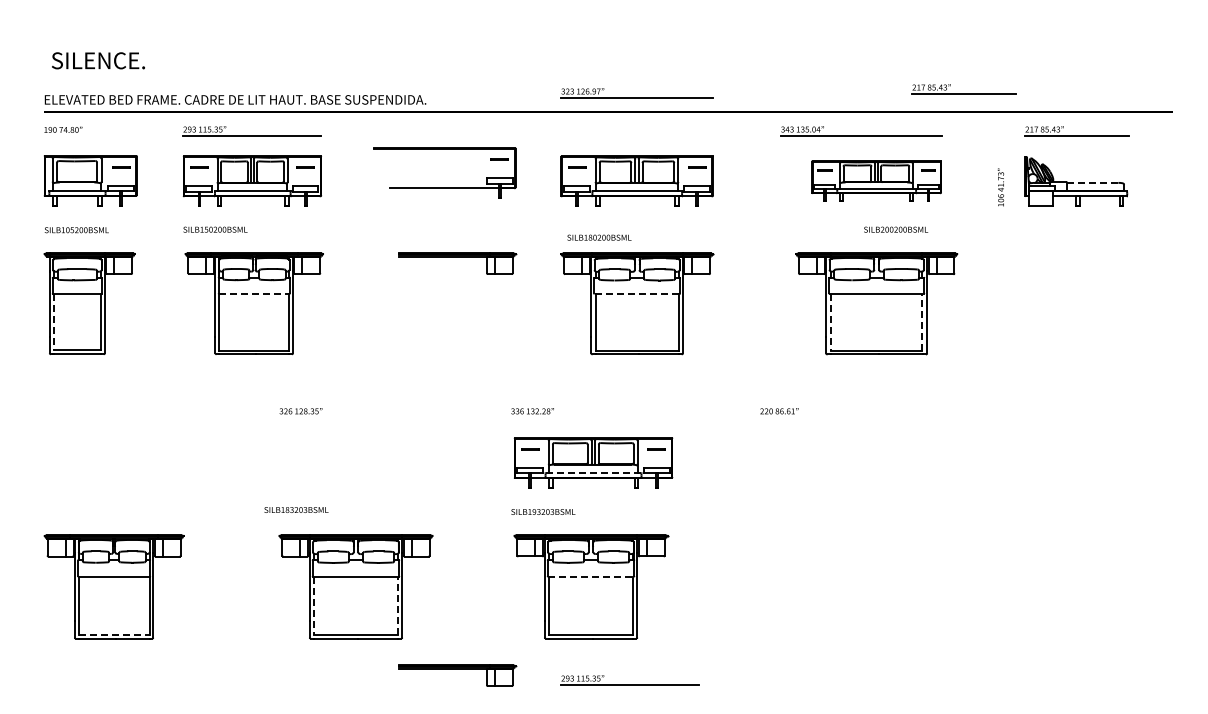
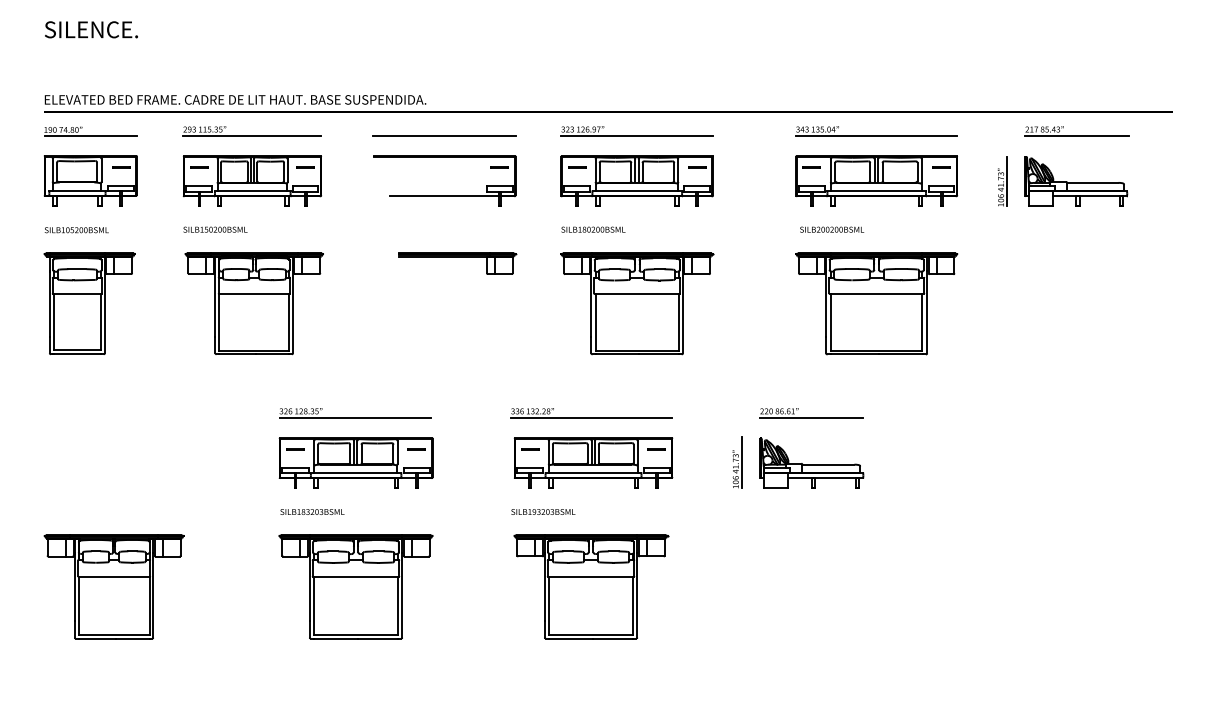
text at (98, 60) position: (98, 60) -> (91, 29)
part at (963, 89): present -> none
part at (636, 93) position: (636, 93) -> (636, 131)
part at (861, 131) position: (861, 131) -> (876, 131)
line at (90, 135): none -> present
line at (444, 135): none -> present
part at (876, 180) size: 131x42 px -> 163x52 px
line at (1007, 181): none -> present
line at (1092, 182): dashed -> solid
part at (444, 187) position: (444, 187) -> (444, 195)
text at (896, 229) position: (896, 229) -> (832, 229)
text at (599, 237) position: (599, 237) -> (593, 229)
line at (254, 293): dashed -> solid
line at (637, 293): dashed -> solid
line at (54, 322): dashed -> solid
line at (830, 322): dashed -> solid
line at (922, 322): dashed -> solid
line at (355, 417): none -> present
line at (591, 417): none -> present
line at (811, 417): none -> present
part at (355, 462): none -> present
part at (737, 462): none -> present
part at (811, 462): none -> present
line at (593, 473): dashed -> solid
text at (296, 509) position: (296, 509) -> (312, 511)
line at (591, 576): dashed -> solid
line at (397, 605): dashed -> solid
line at (314, 606): dashed -> solid
line at (114, 634): dashed -> solid
part at (457, 675): present -> none
part at (629, 680): present -> none
